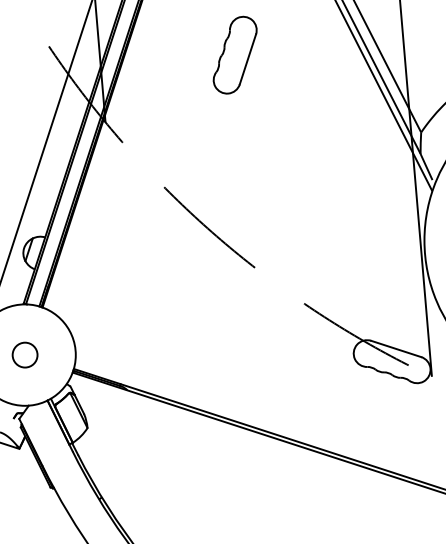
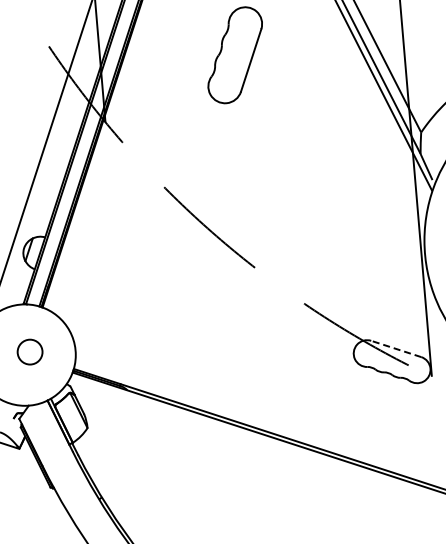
part at (234, 54) size: 46x80 px -> 56x99 px
line at (395, 348): solid -> dashed
circle at (24, 354) position: (24, 354) -> (29, 351)
